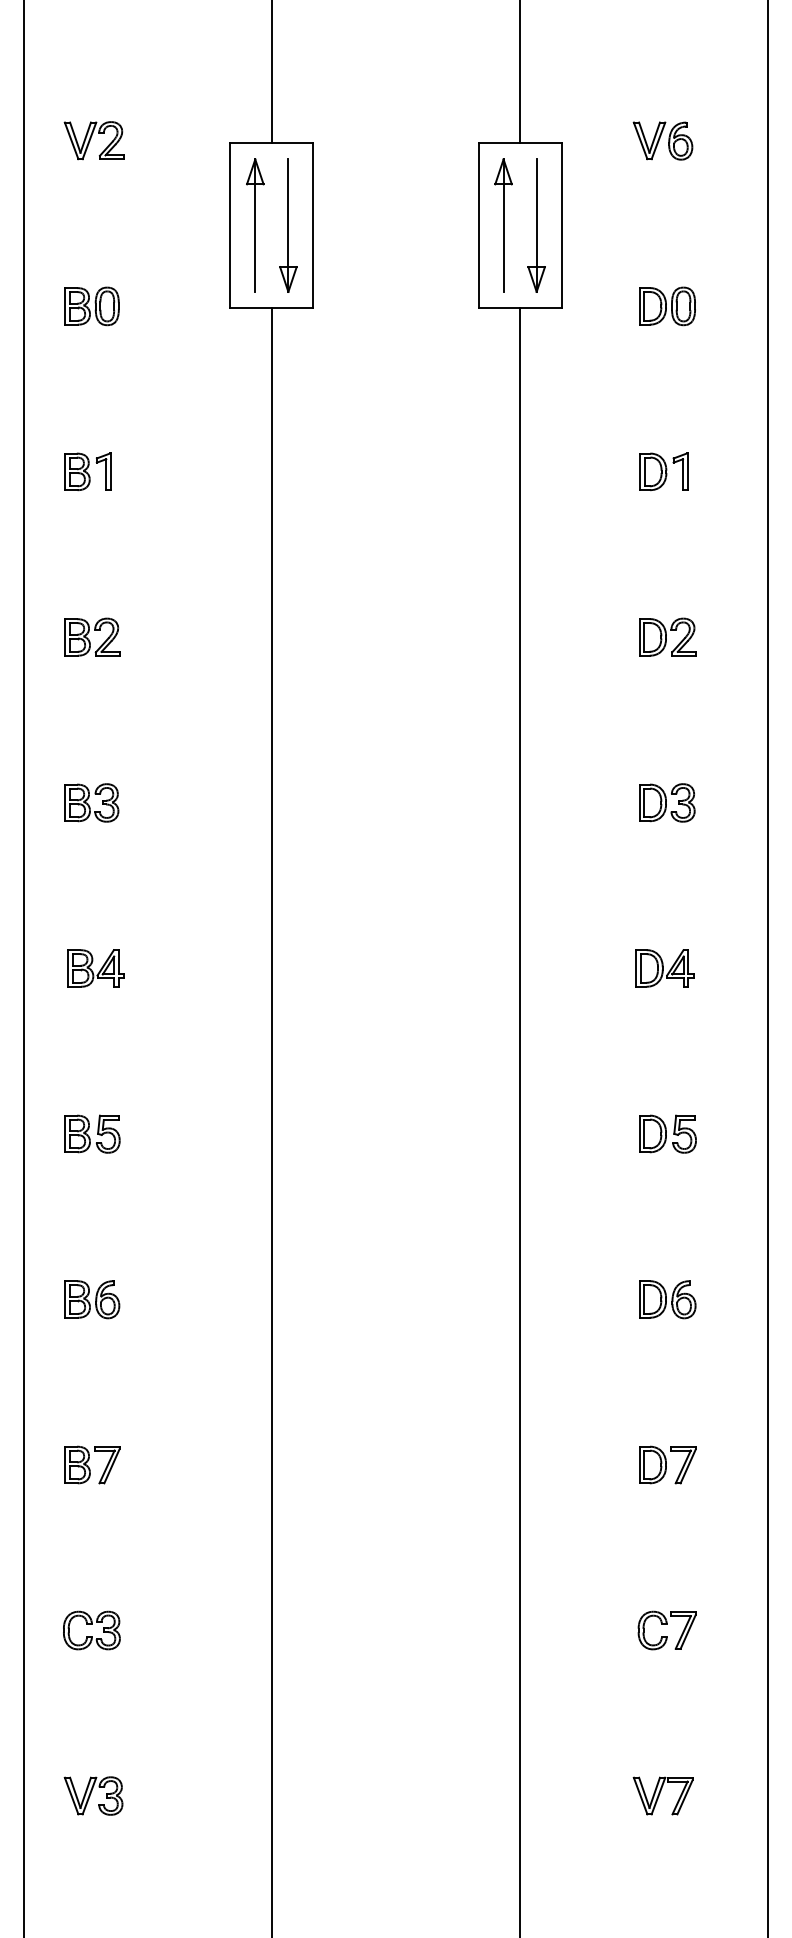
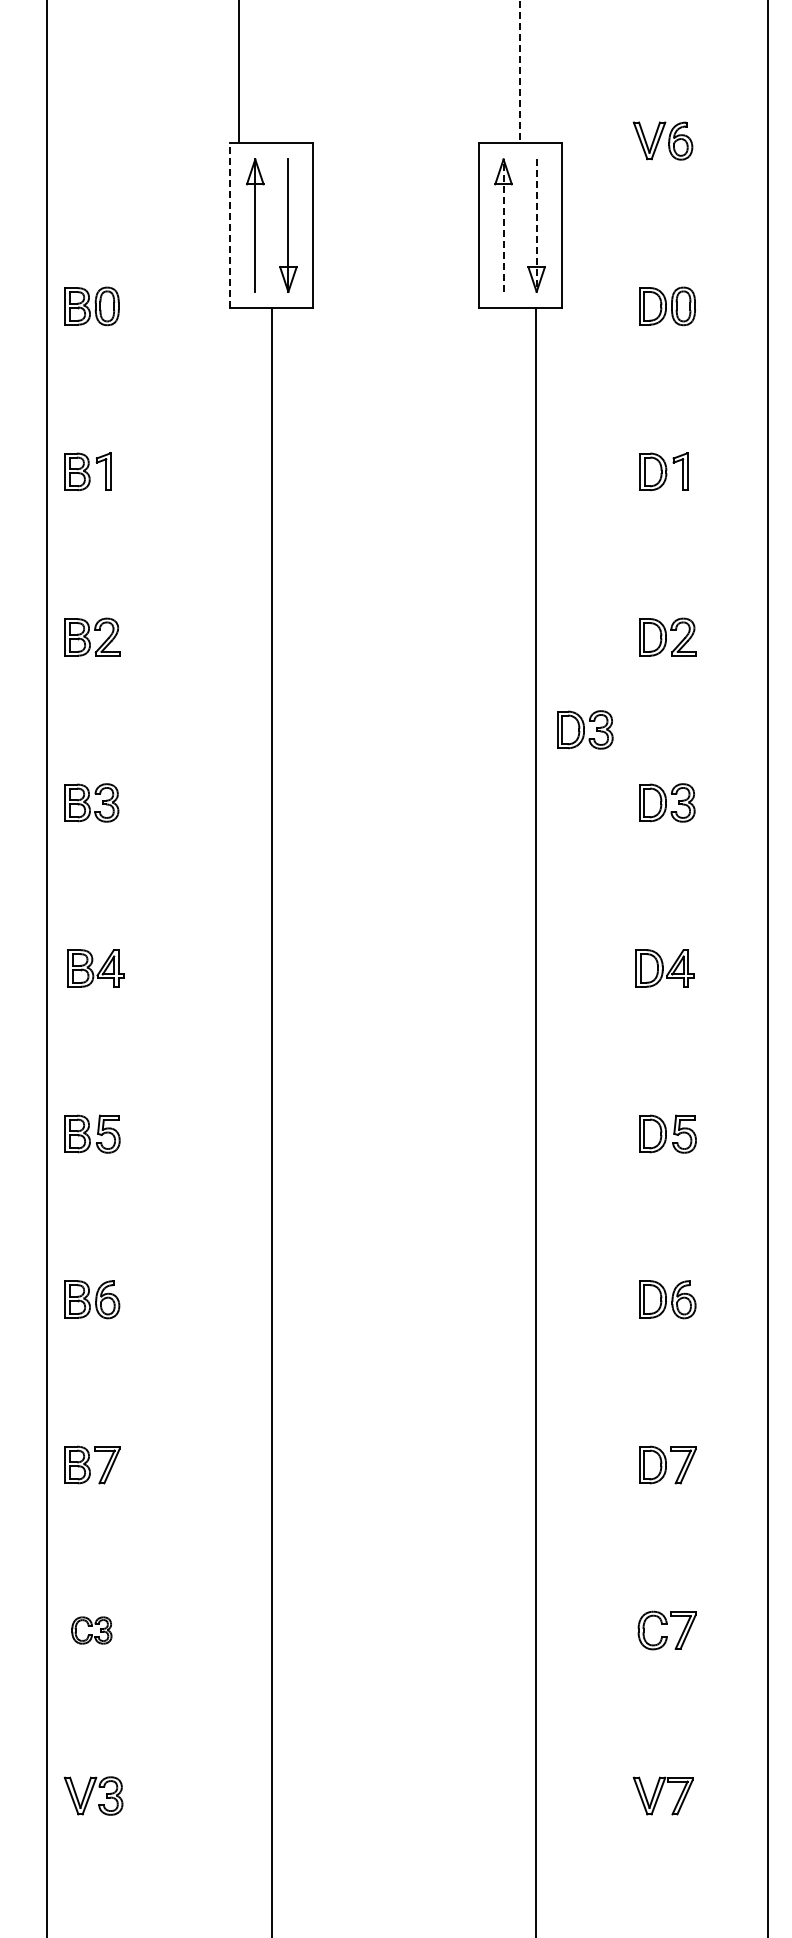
line at (520, 71): solid -> dashed
line at (271, 72) position: (271, 72) -> (238, 72)
part at (93, 140): present -> none
line at (230, 225): solid -> dashed
line at (503, 225): solid -> dashed
line at (536, 226): solid -> dashed
part at (585, 729): none -> present
line at (23, 968) position: (23, 968) -> (46, 968)
line at (520, 1121) position: (520, 1121) -> (536, 1121)
part at (91, 1630) size: 58x41 px -> 42x29 px
